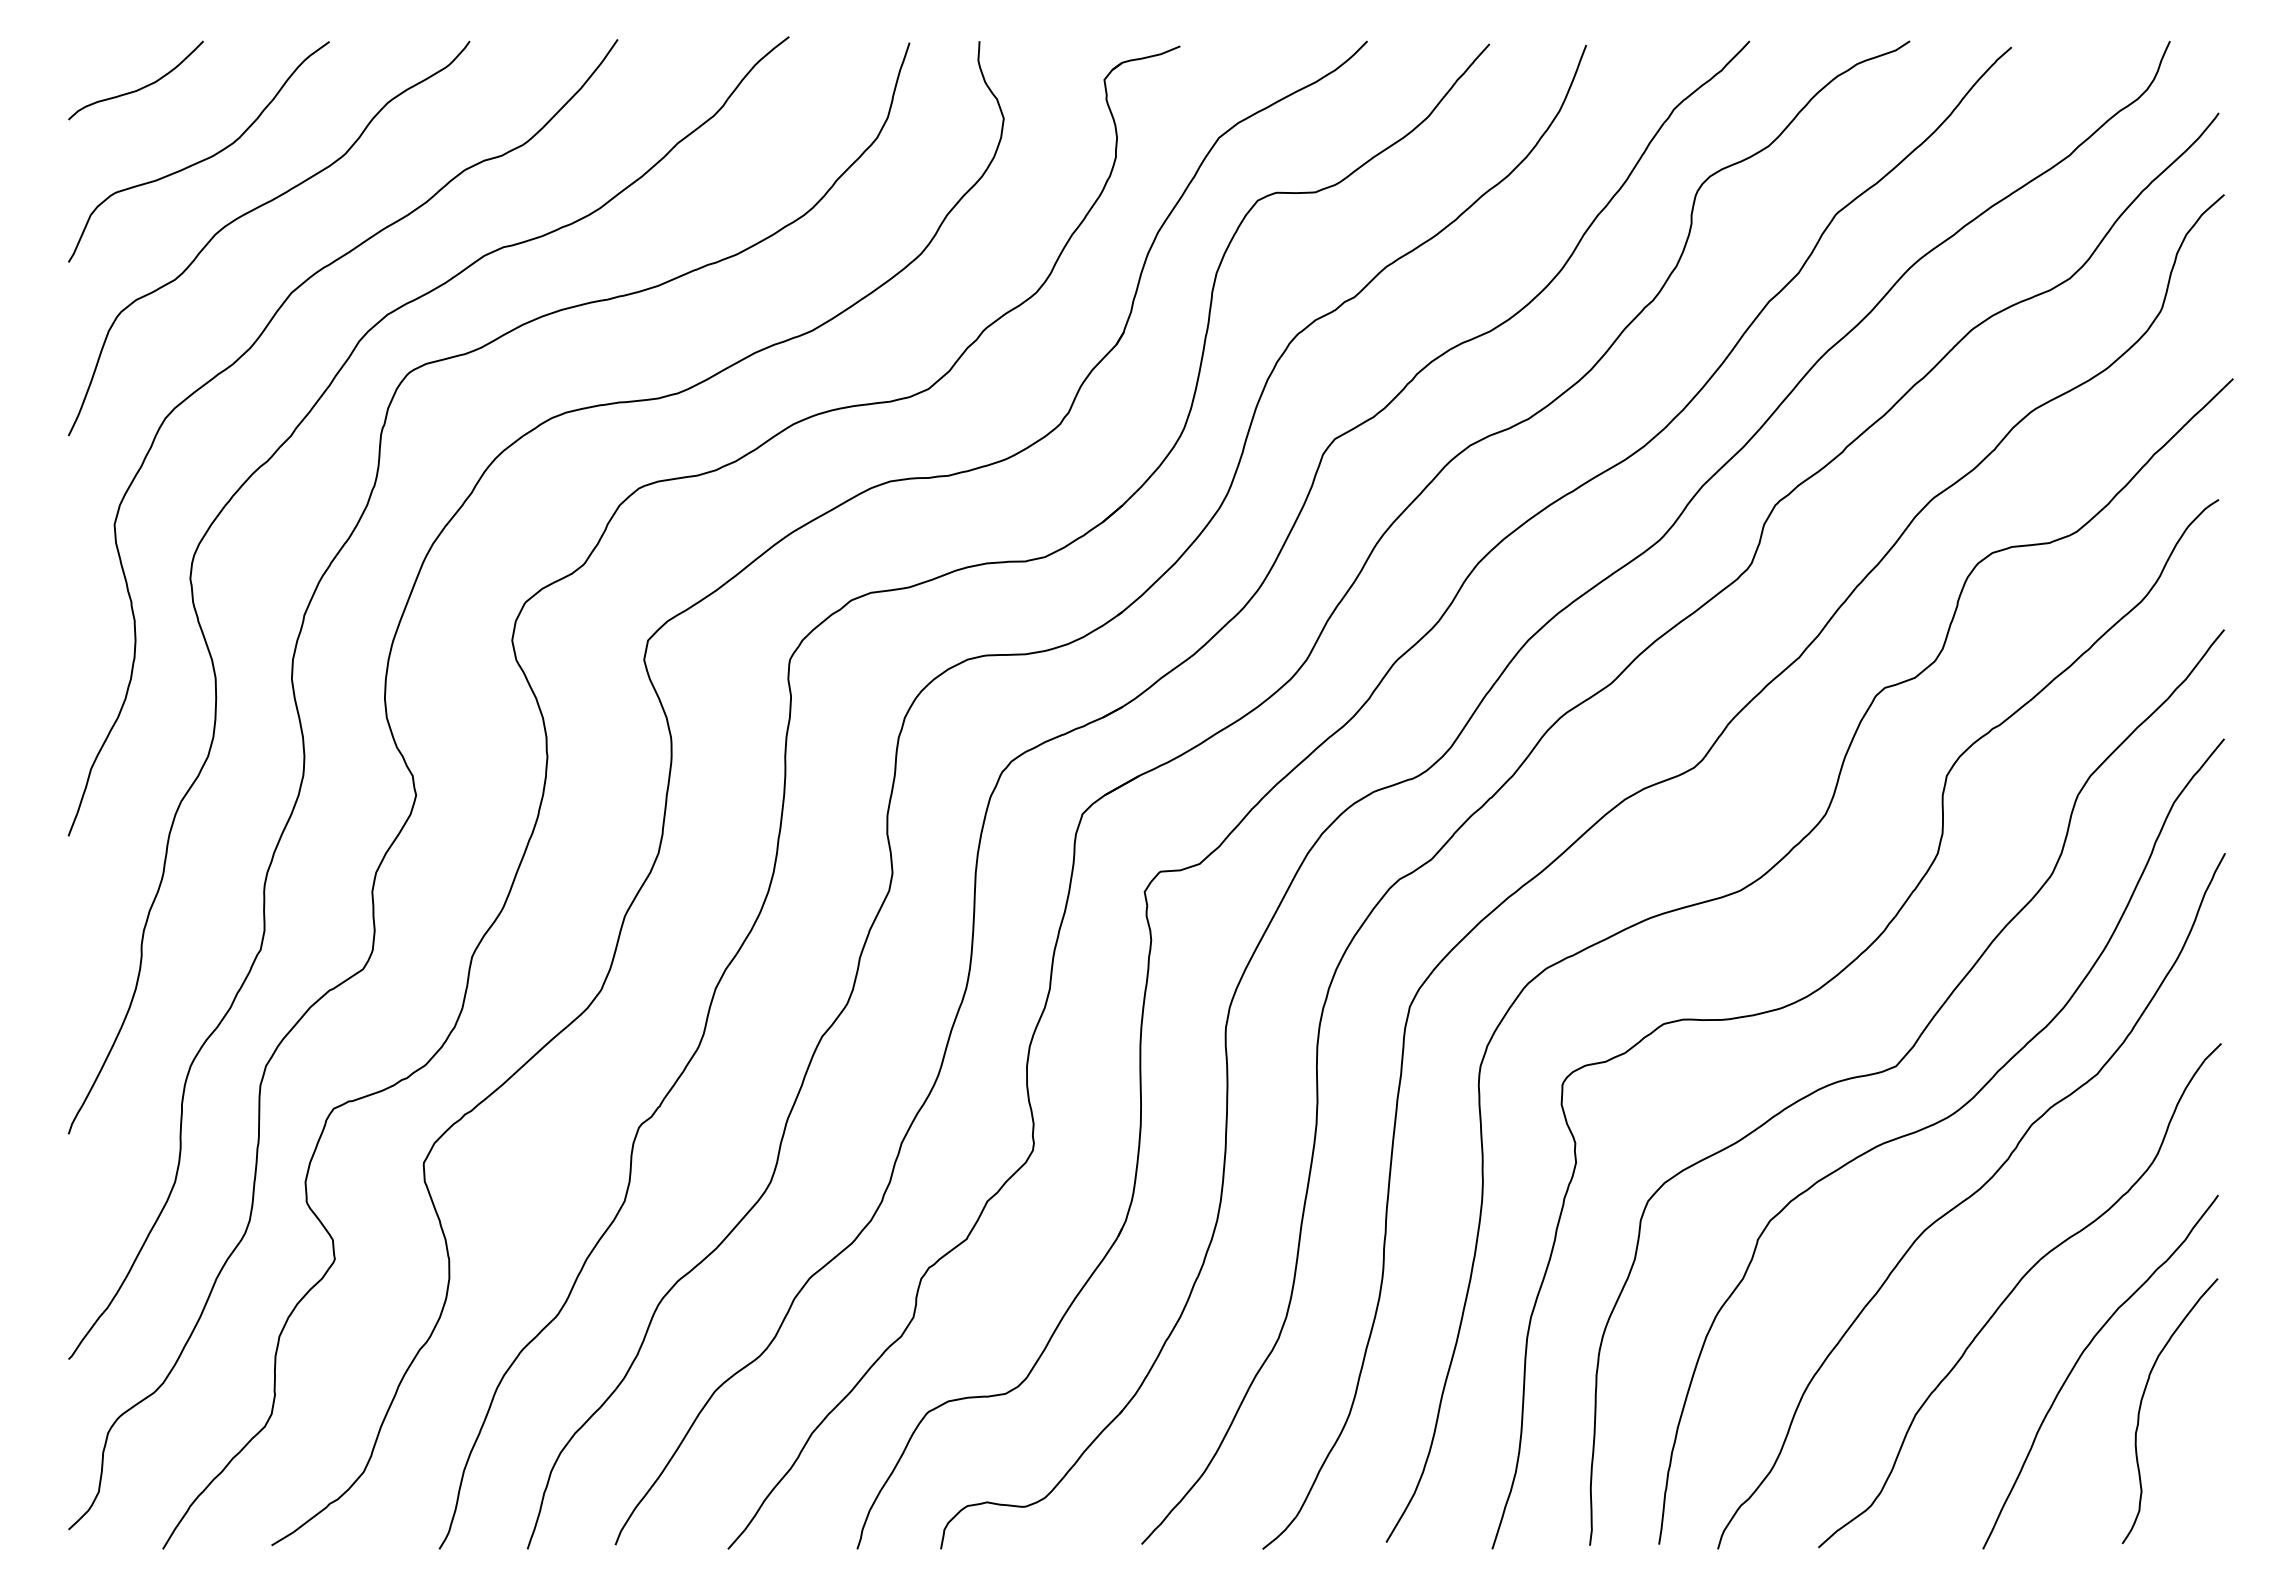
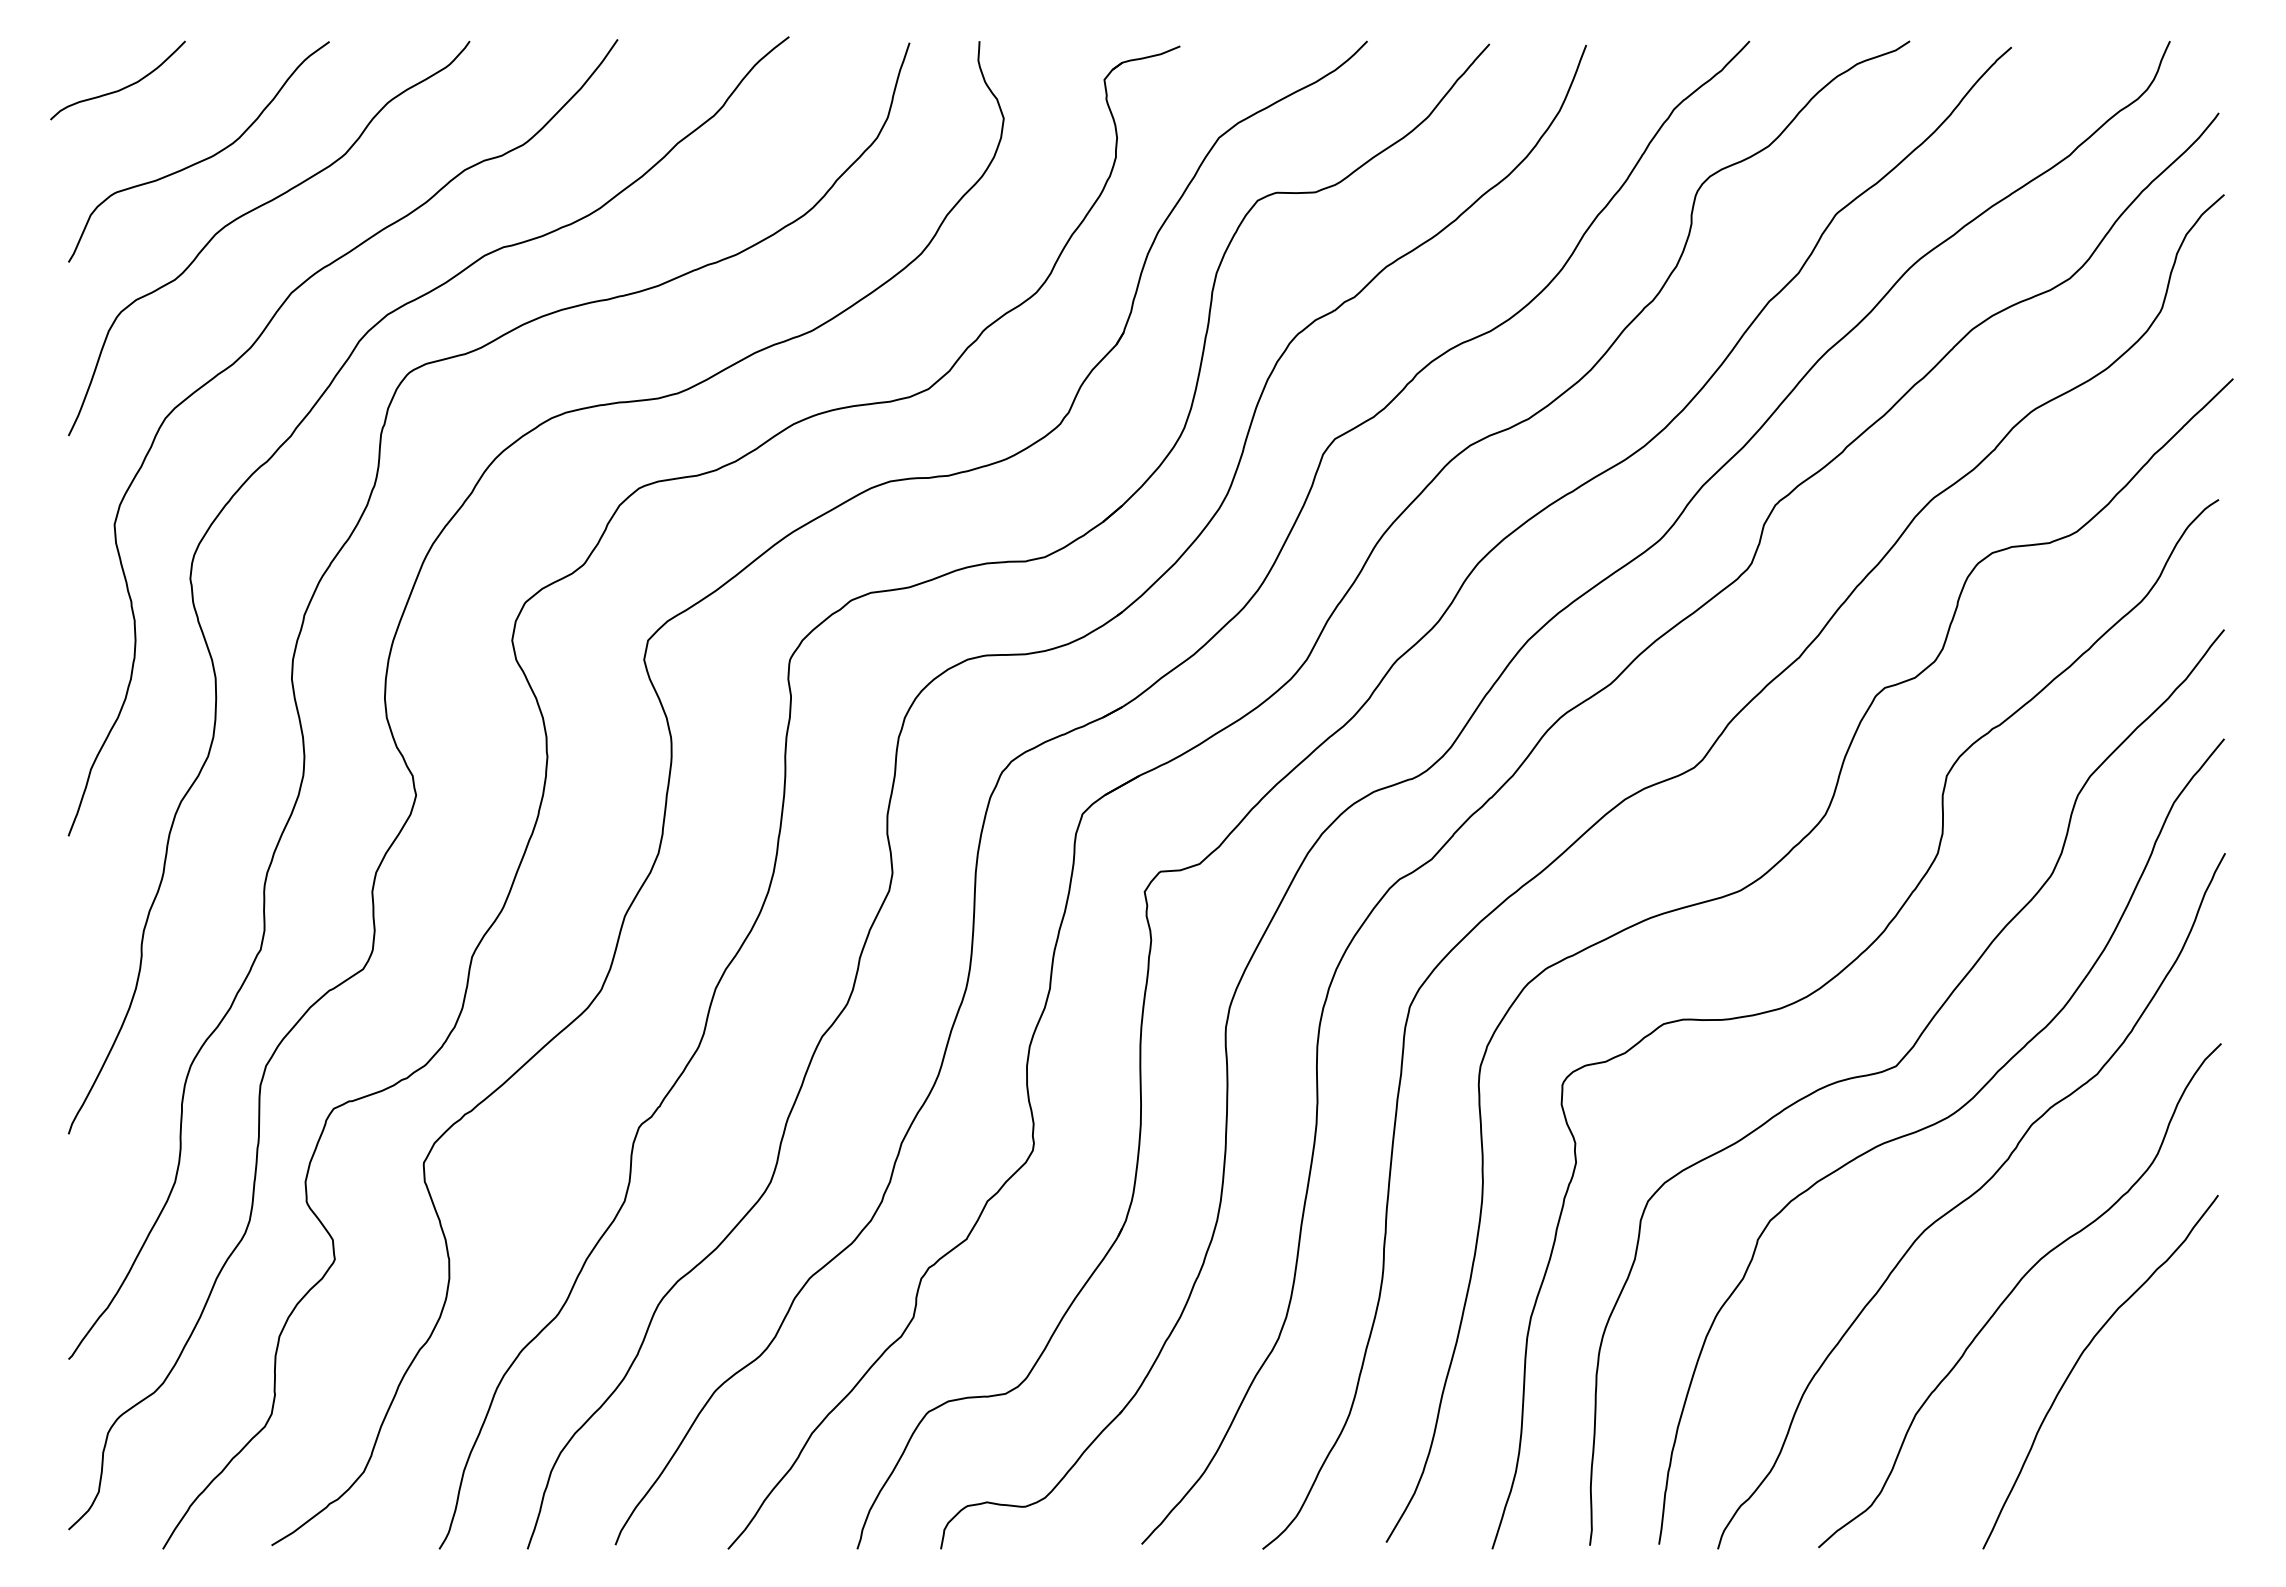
curve at (139, 88) position: (139, 88) -> (121, 88)
curve at (2141, 1406): present -> none
